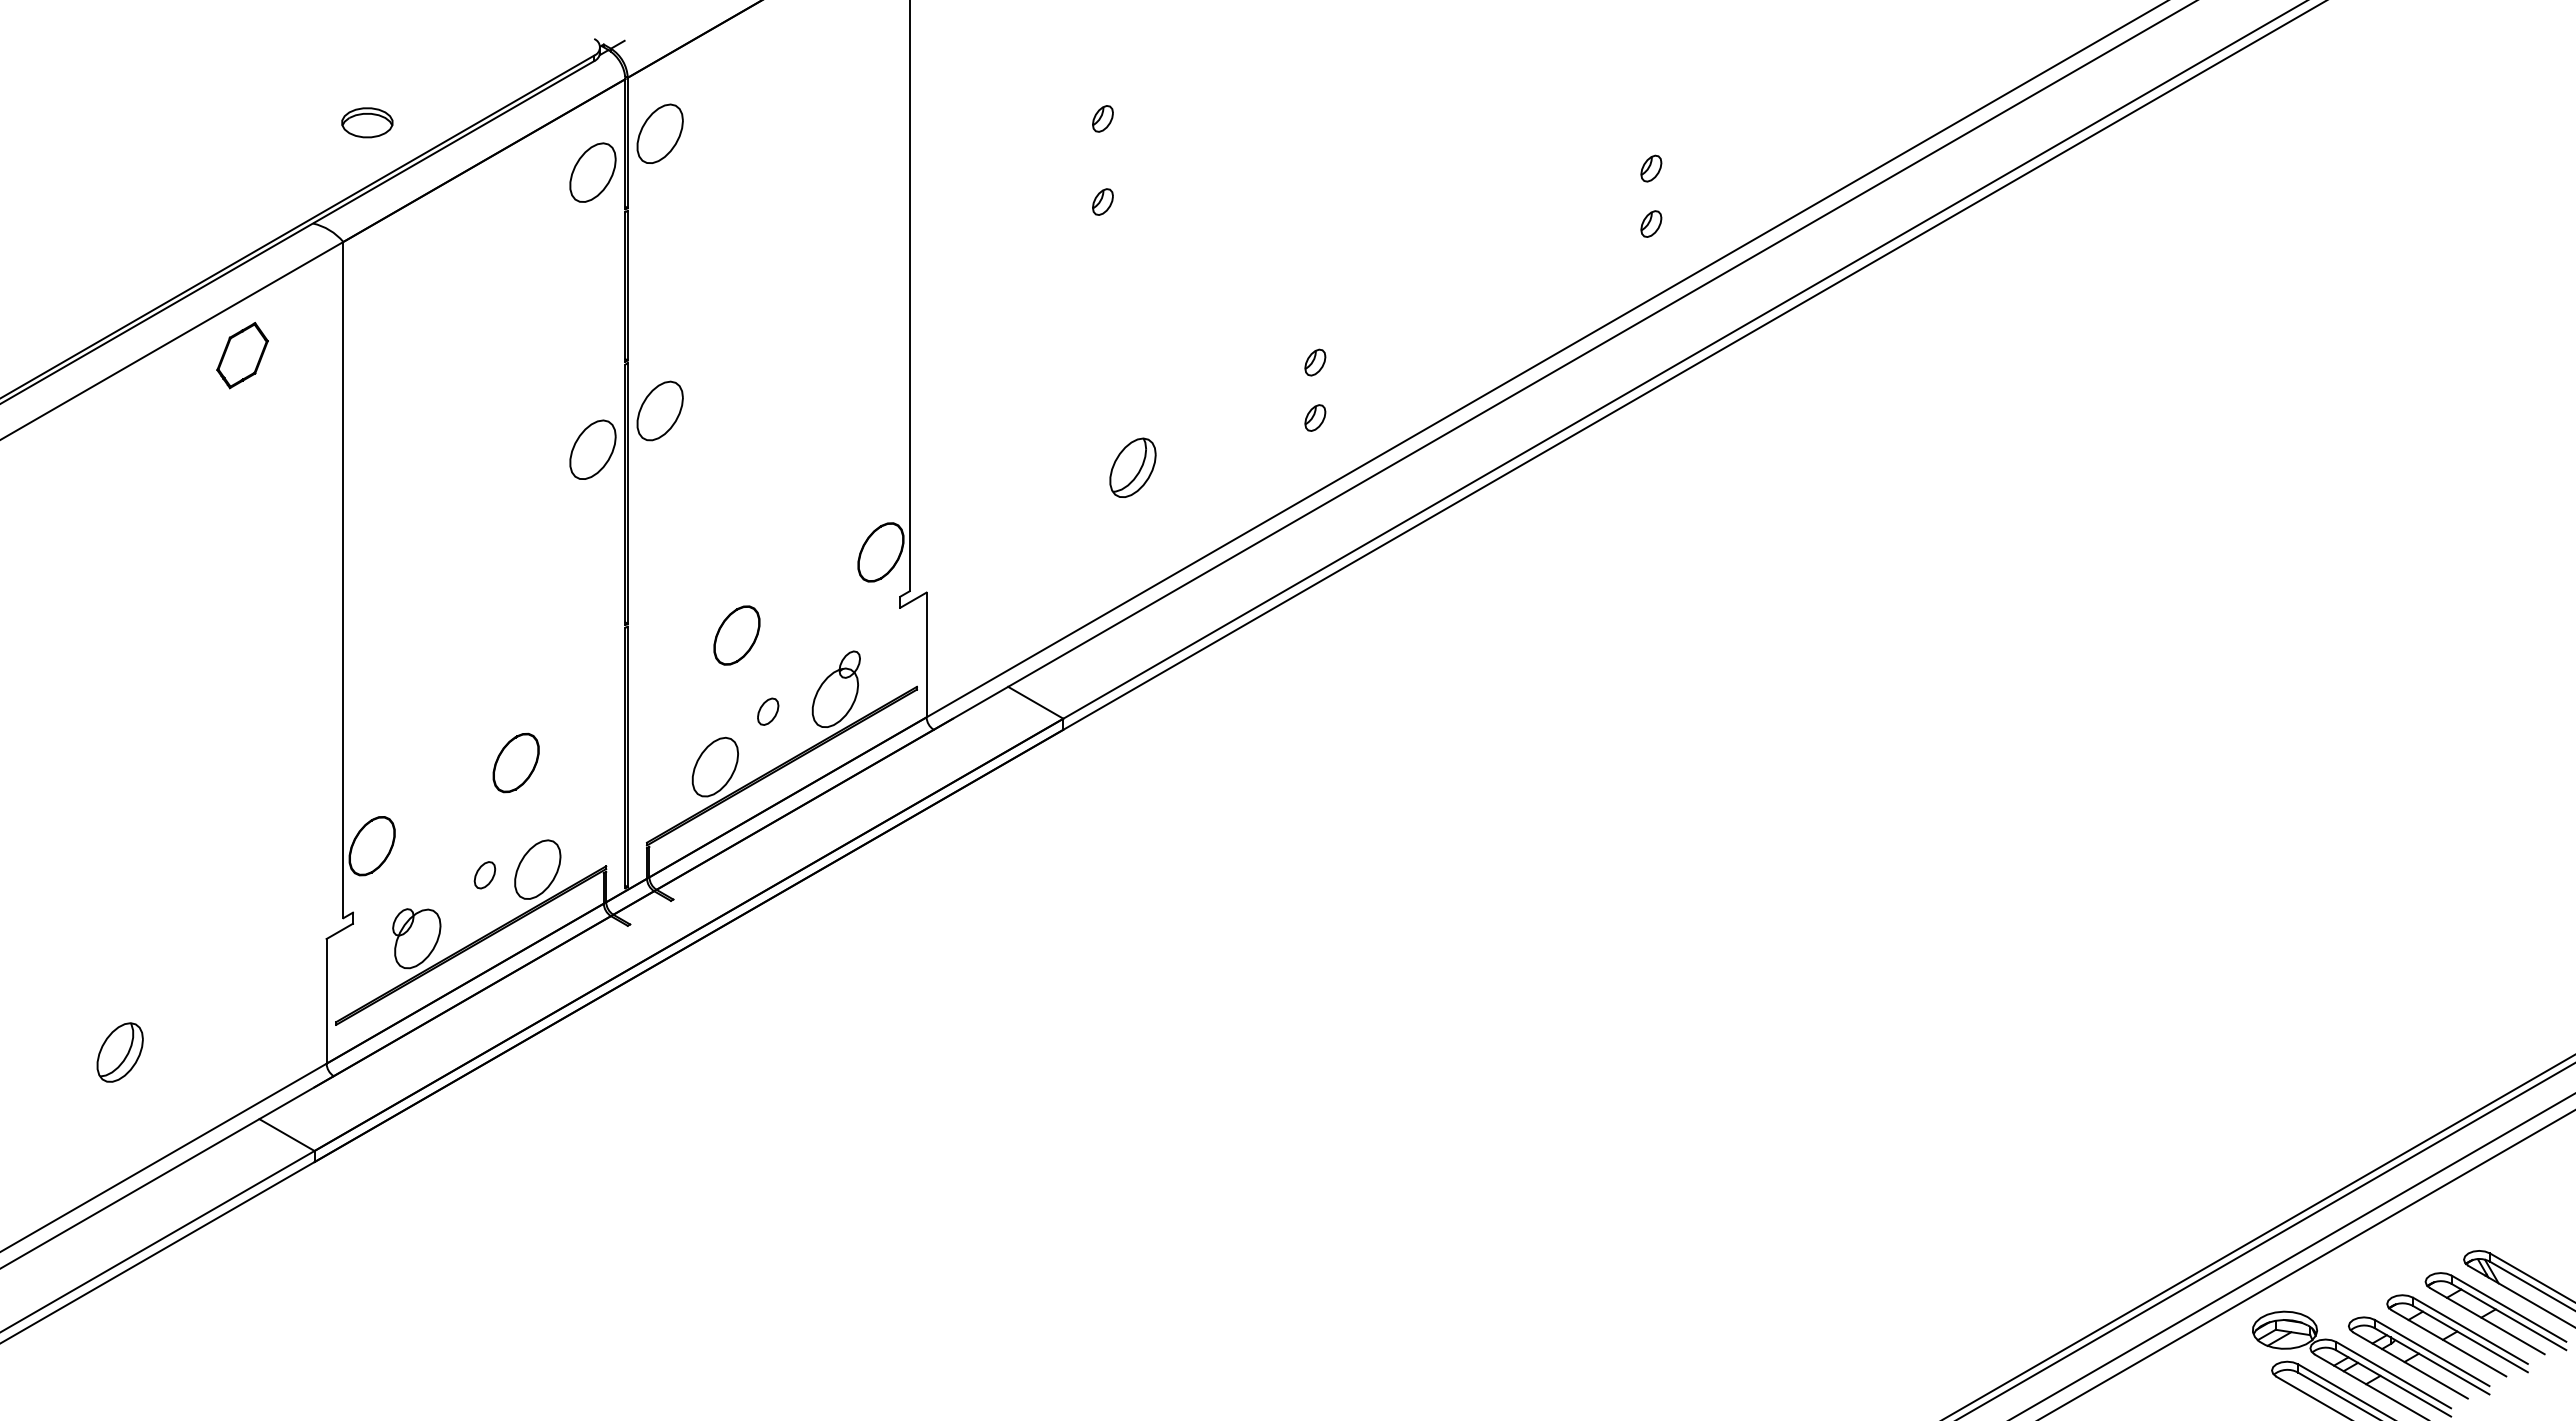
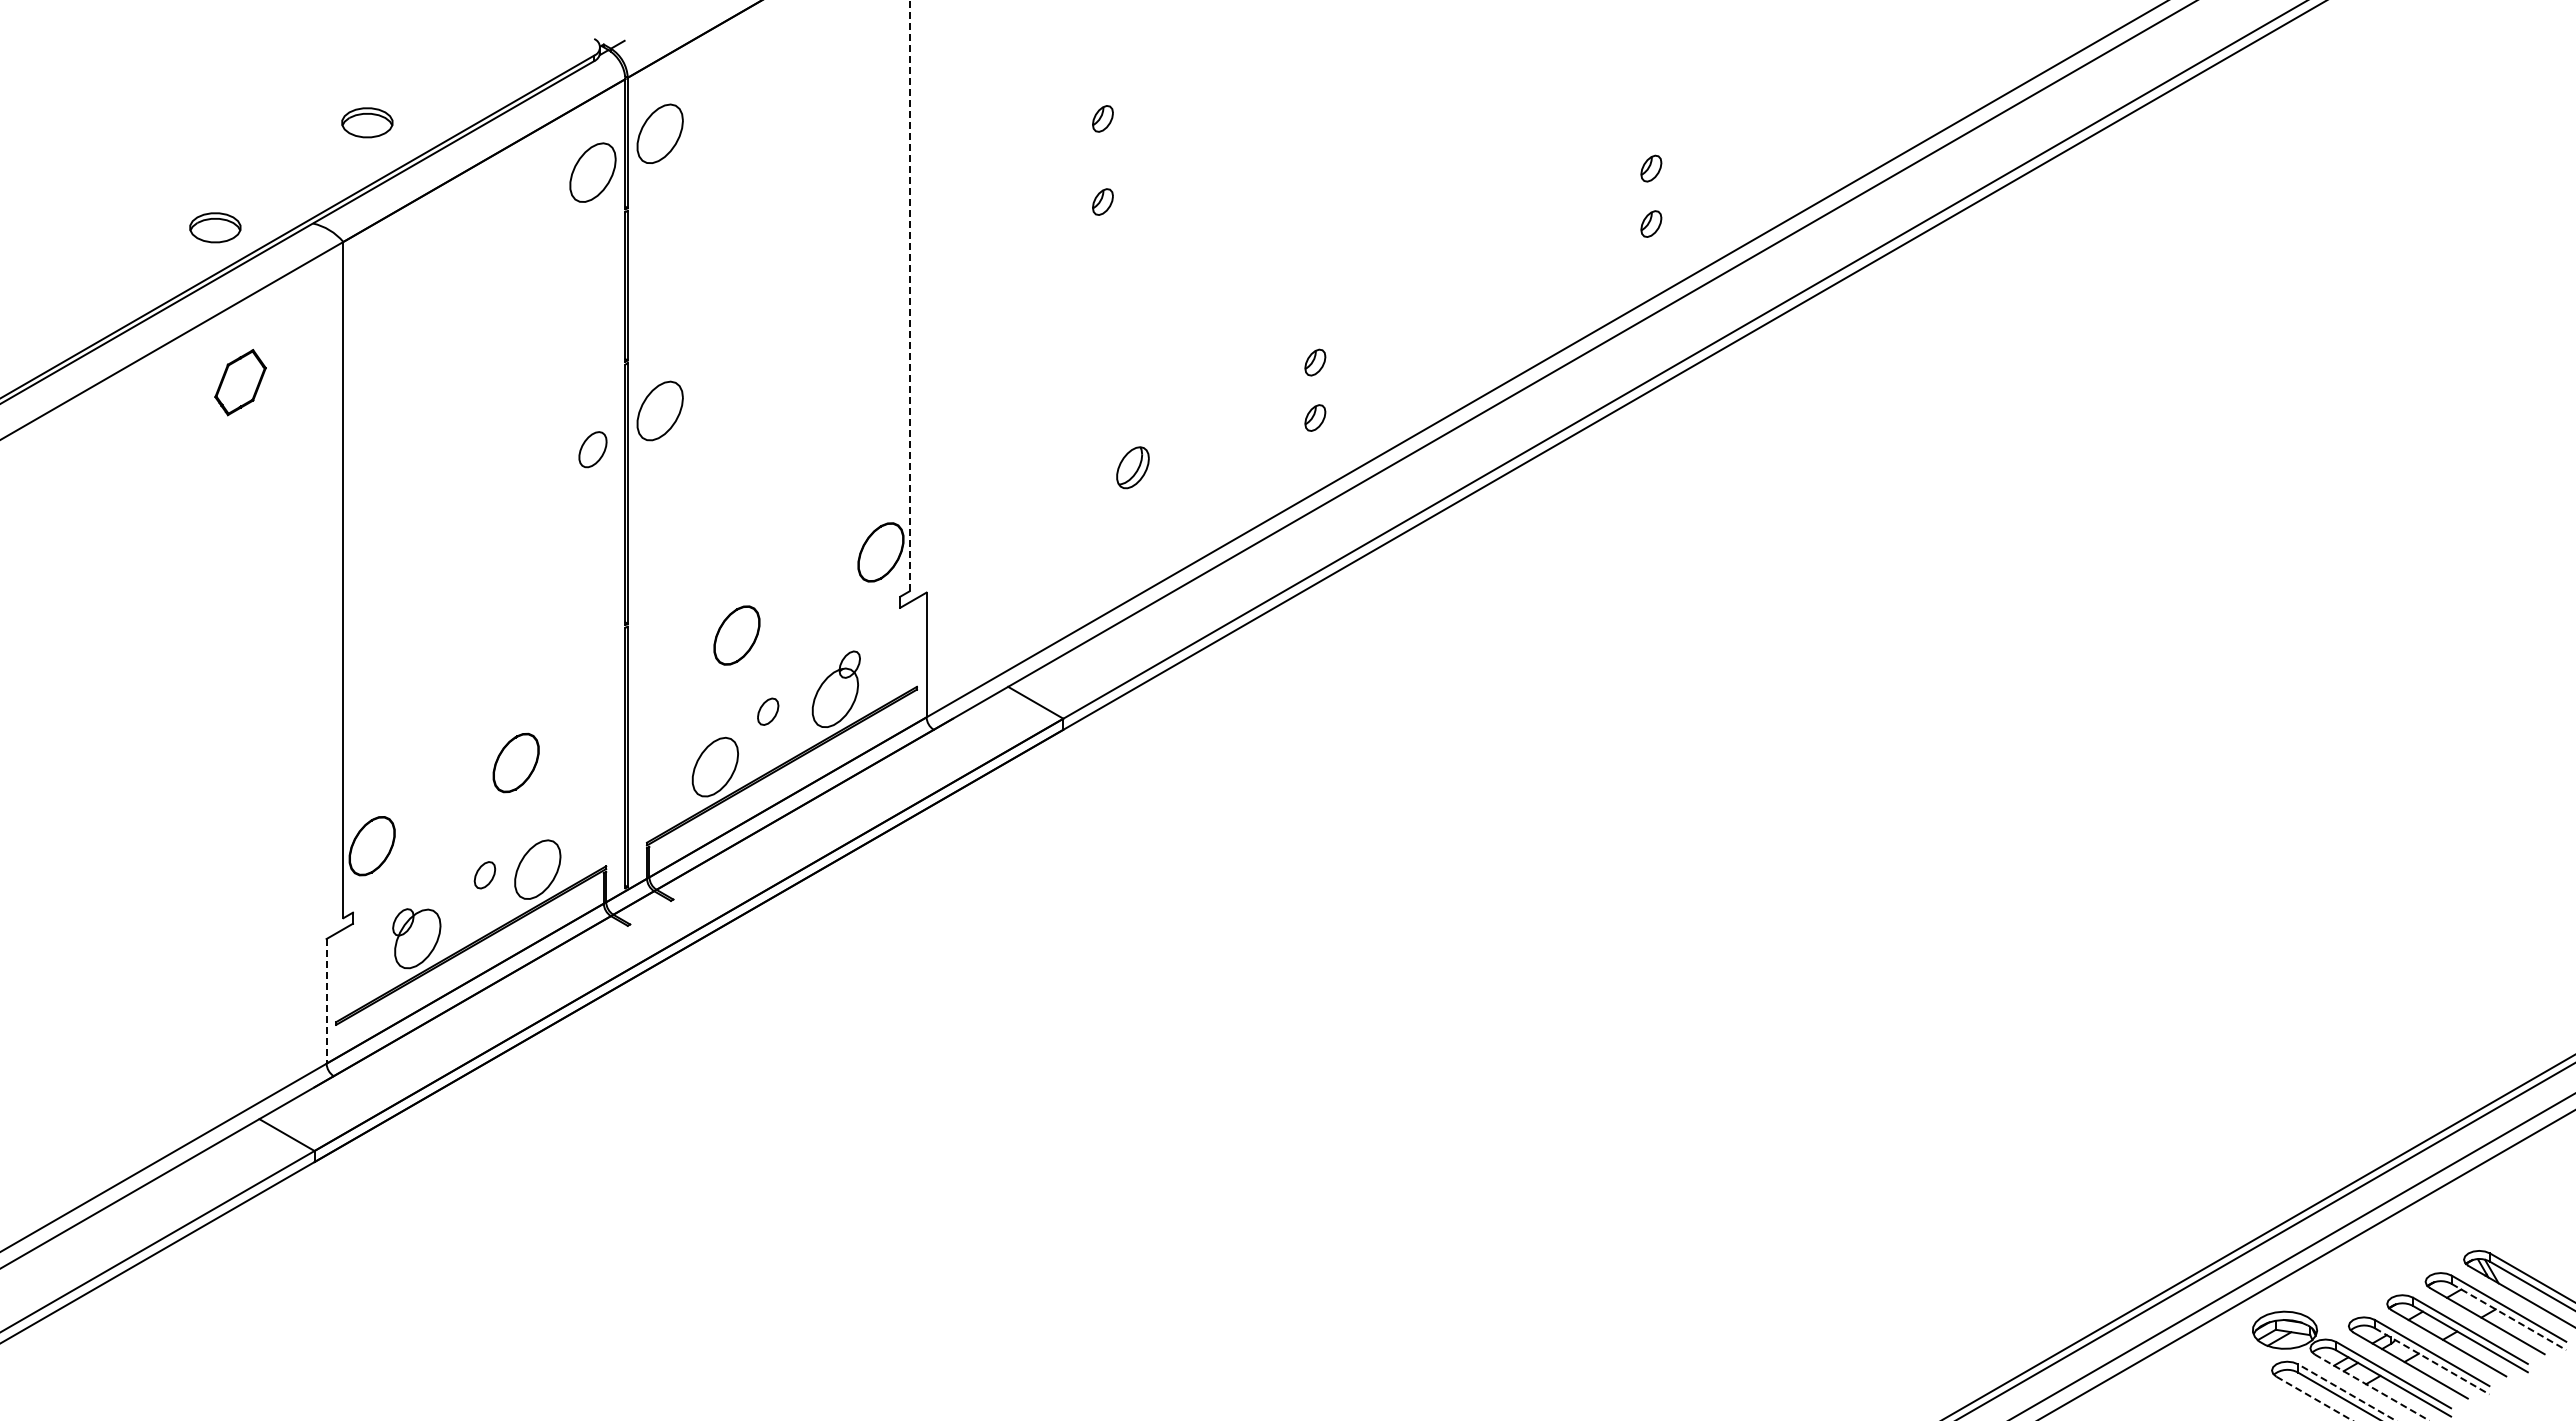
part at (215, 227): none -> present
line at (909, 295): solid -> dashed
part at (242, 355) position: (242, 355) -> (240, 382)
part at (592, 449) size: 48x61 px -> 30x38 px
part at (1132, 467) size: 48x61 px -> 34x44 px
line at (326, 1001): solid -> dashed
part at (119, 1052): present -> none
line at (2509, 1317): solid -> dashed
line at (2432, 1361): solid -> dashed
line at (2372, 1387): solid -> dashed
line at (2347, 1392): solid -> dashed
line at (2314, 1398): solid -> dashed
